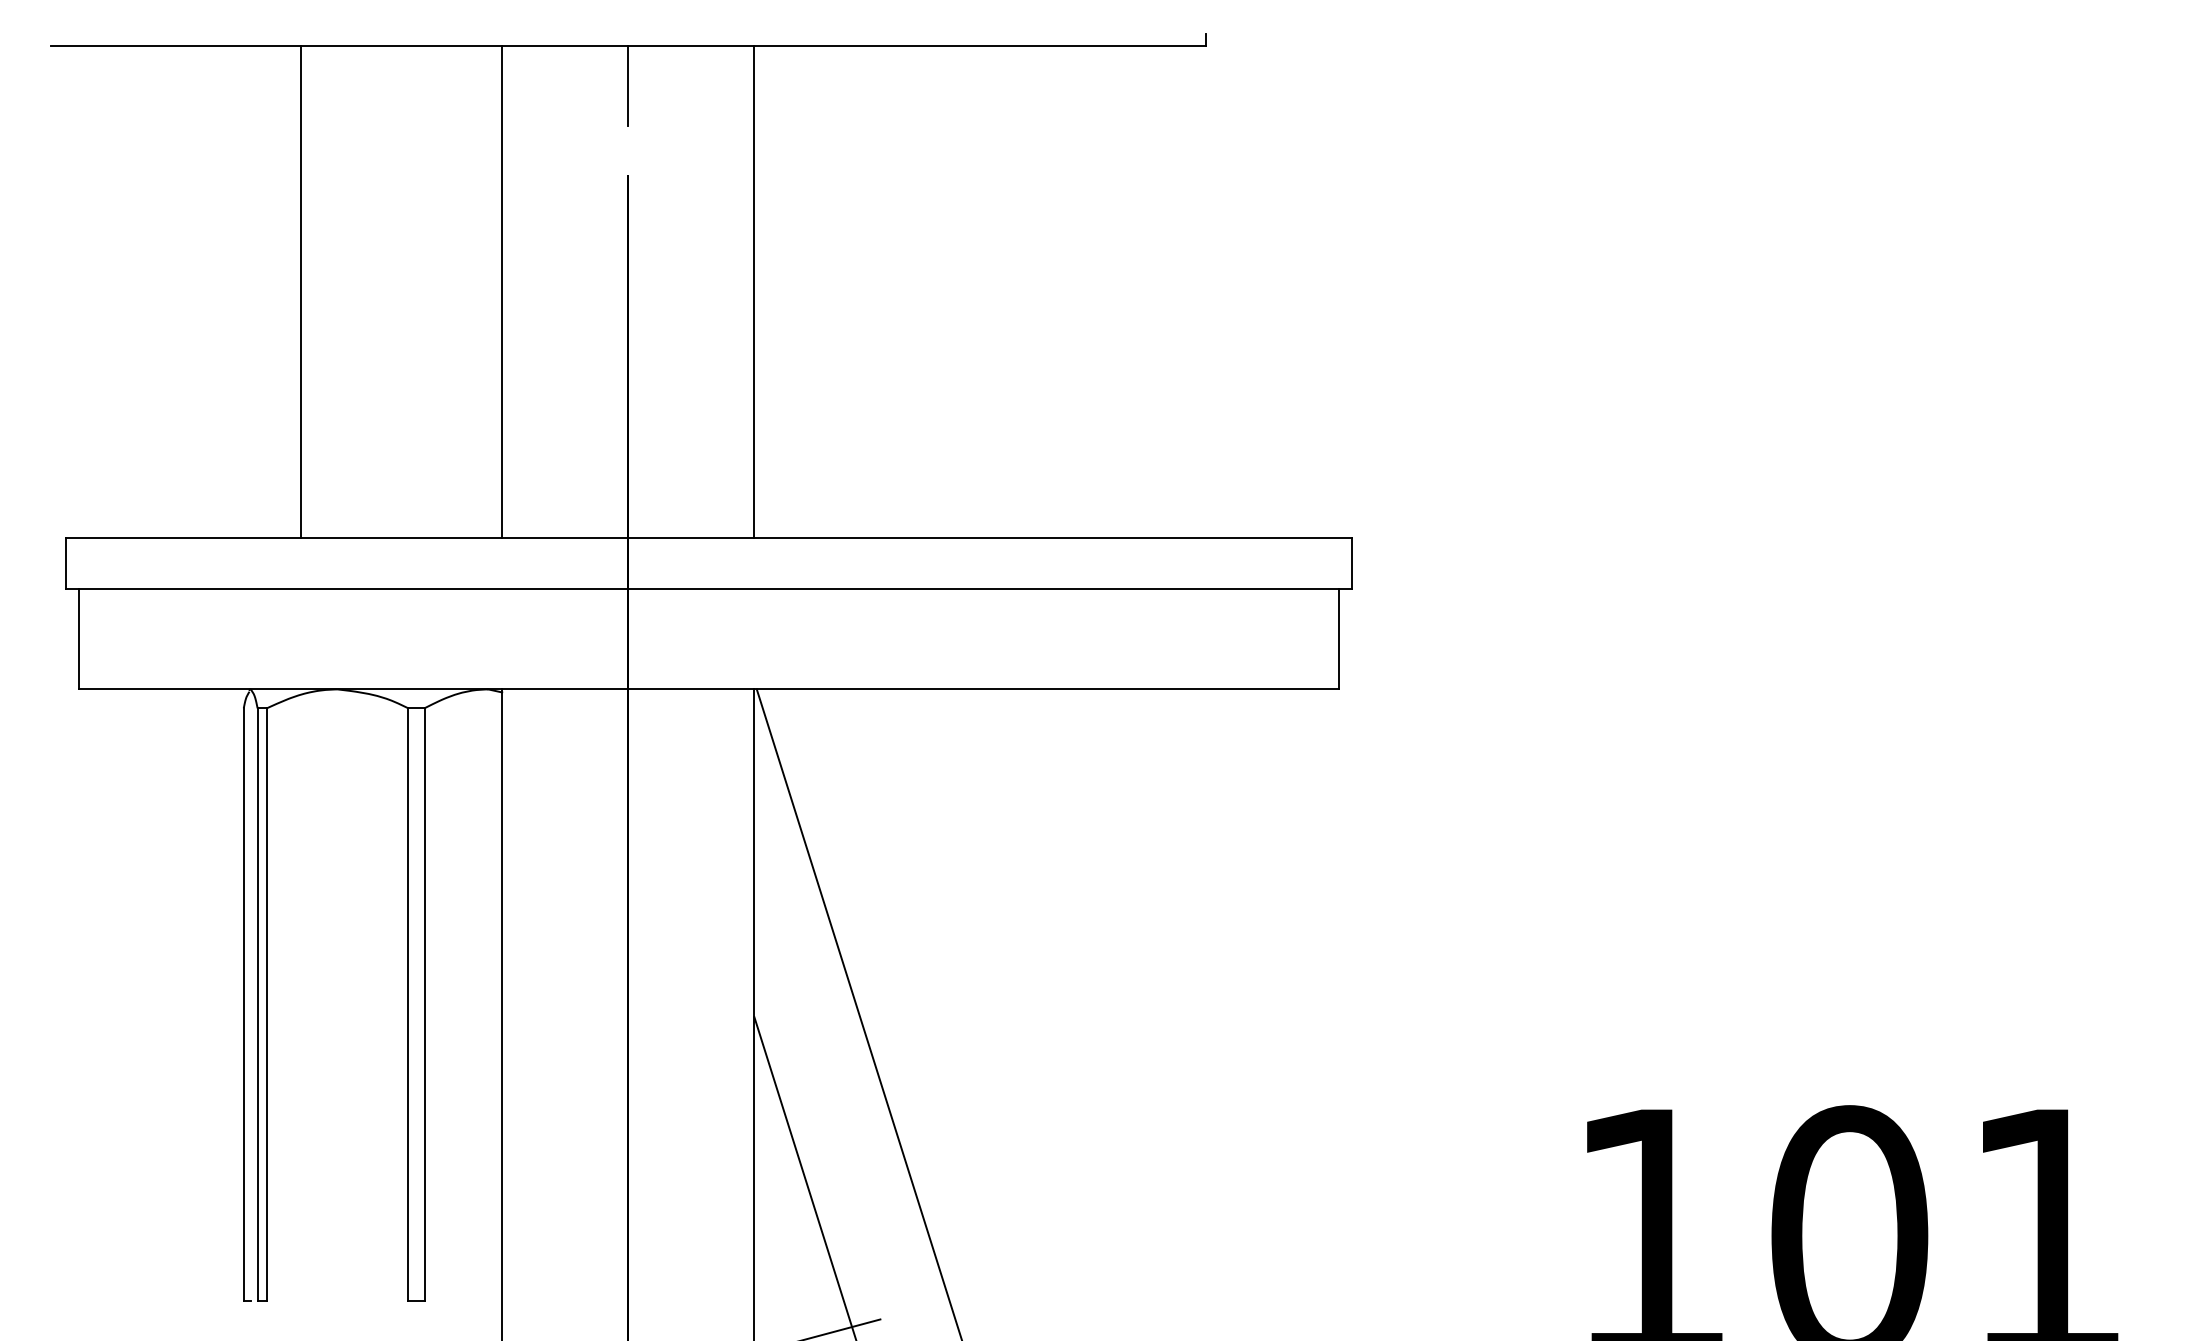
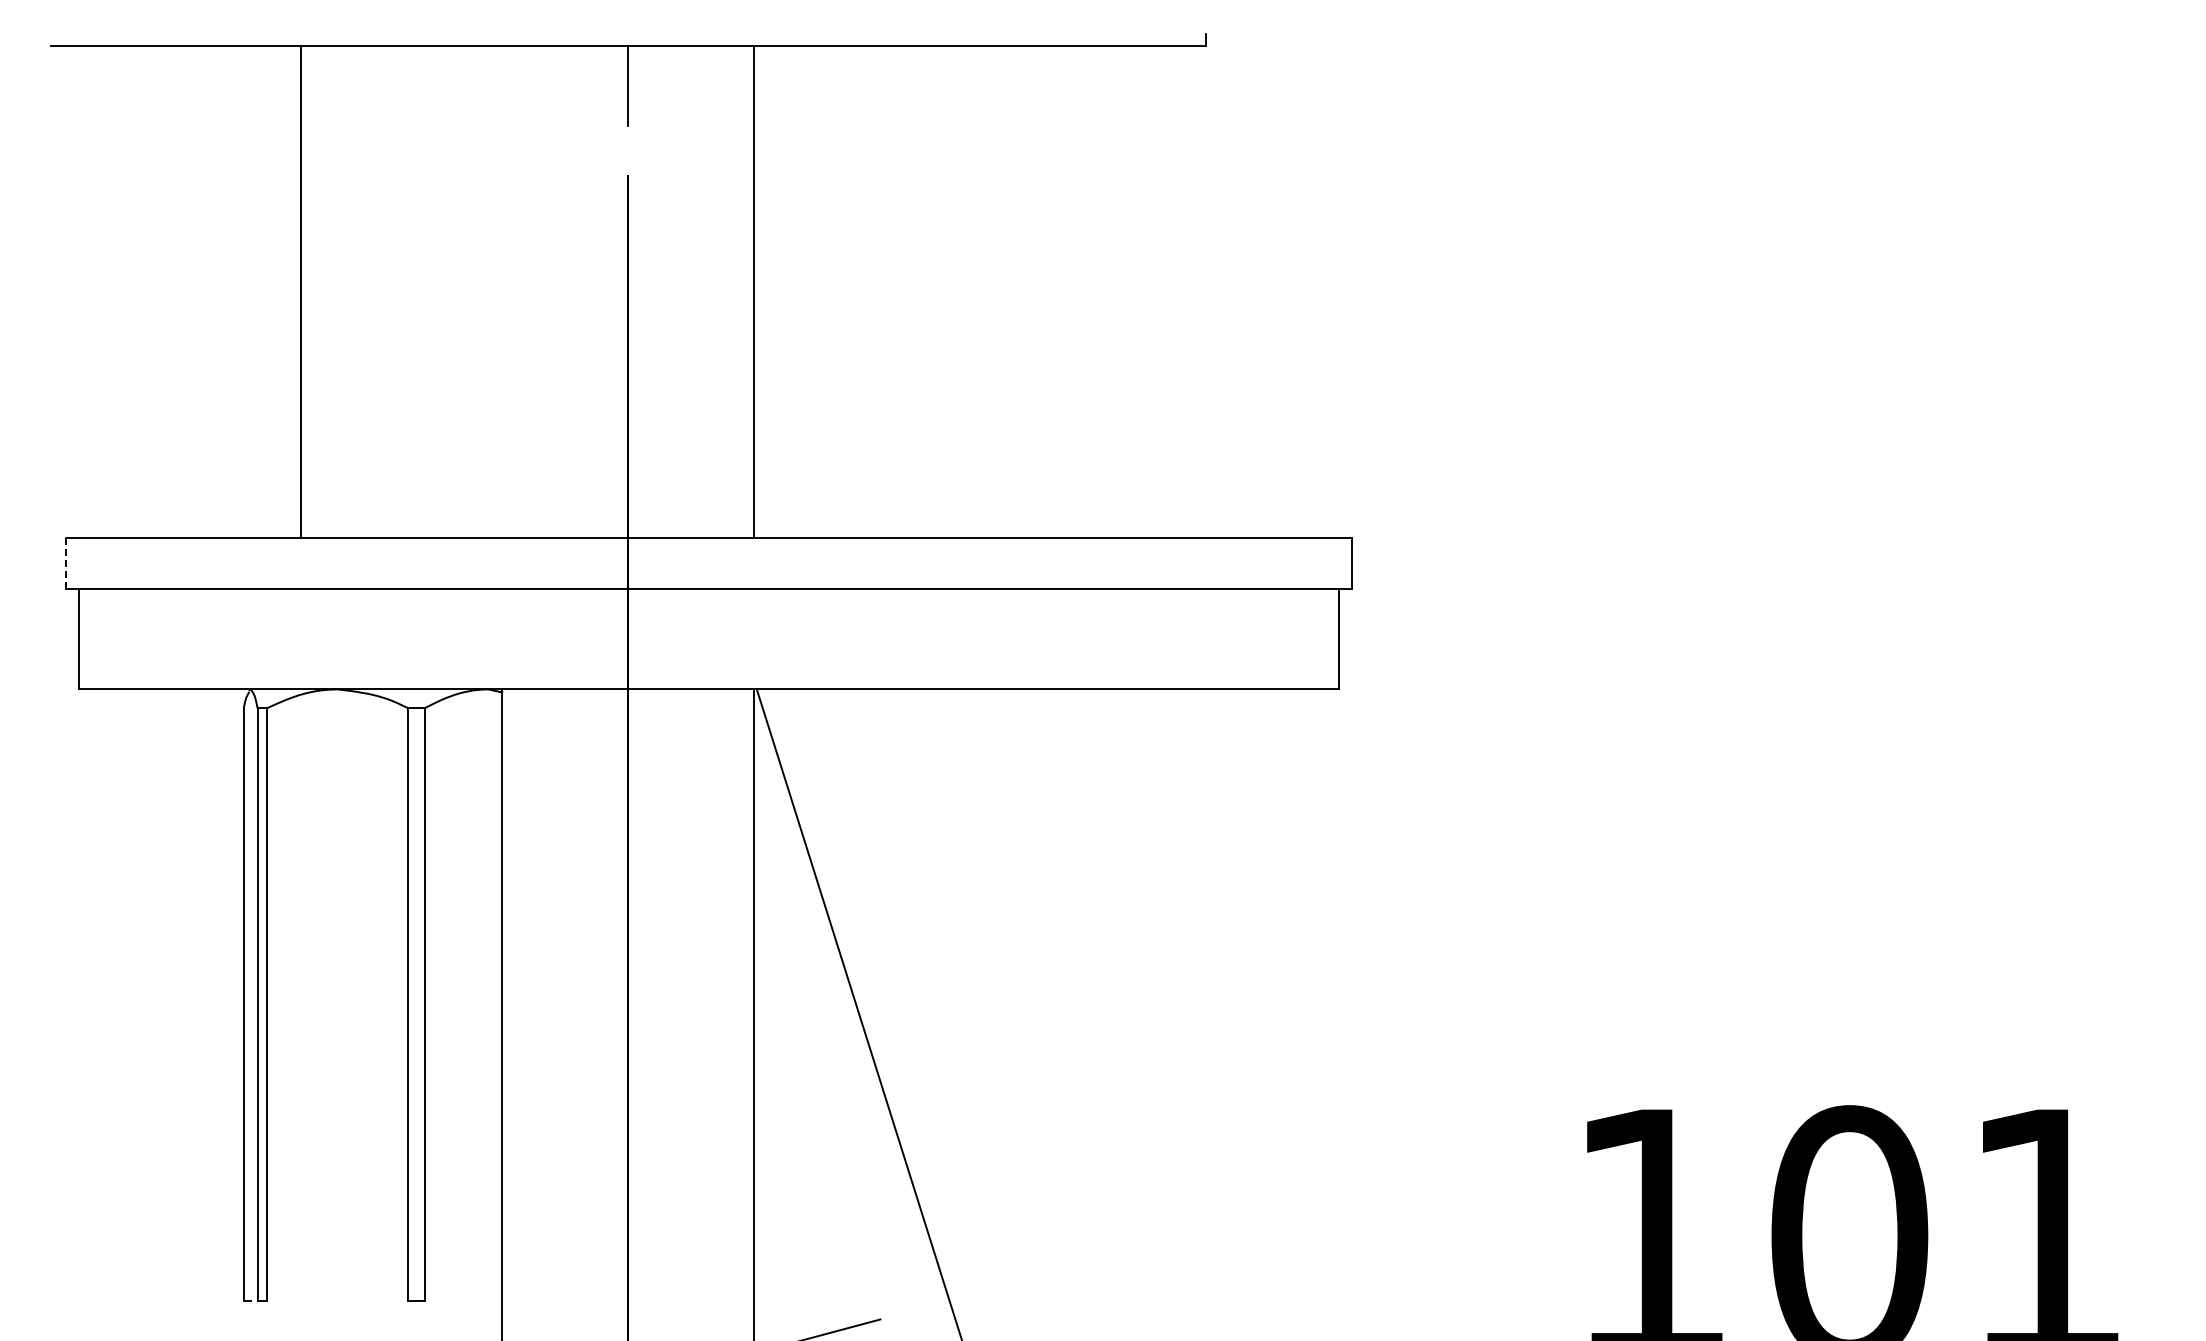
line at (502, 292): present -> none
line at (66, 563): solid -> dashed
line at (804, 1177): present -> none
